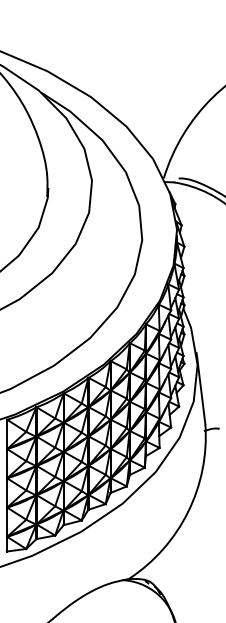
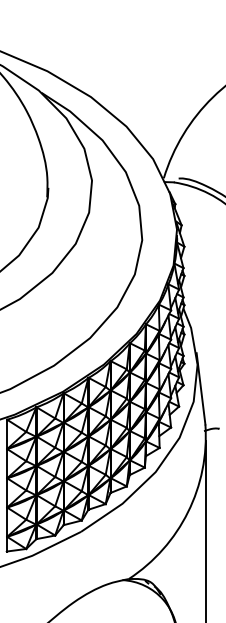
line at (206, 530): none -> present
